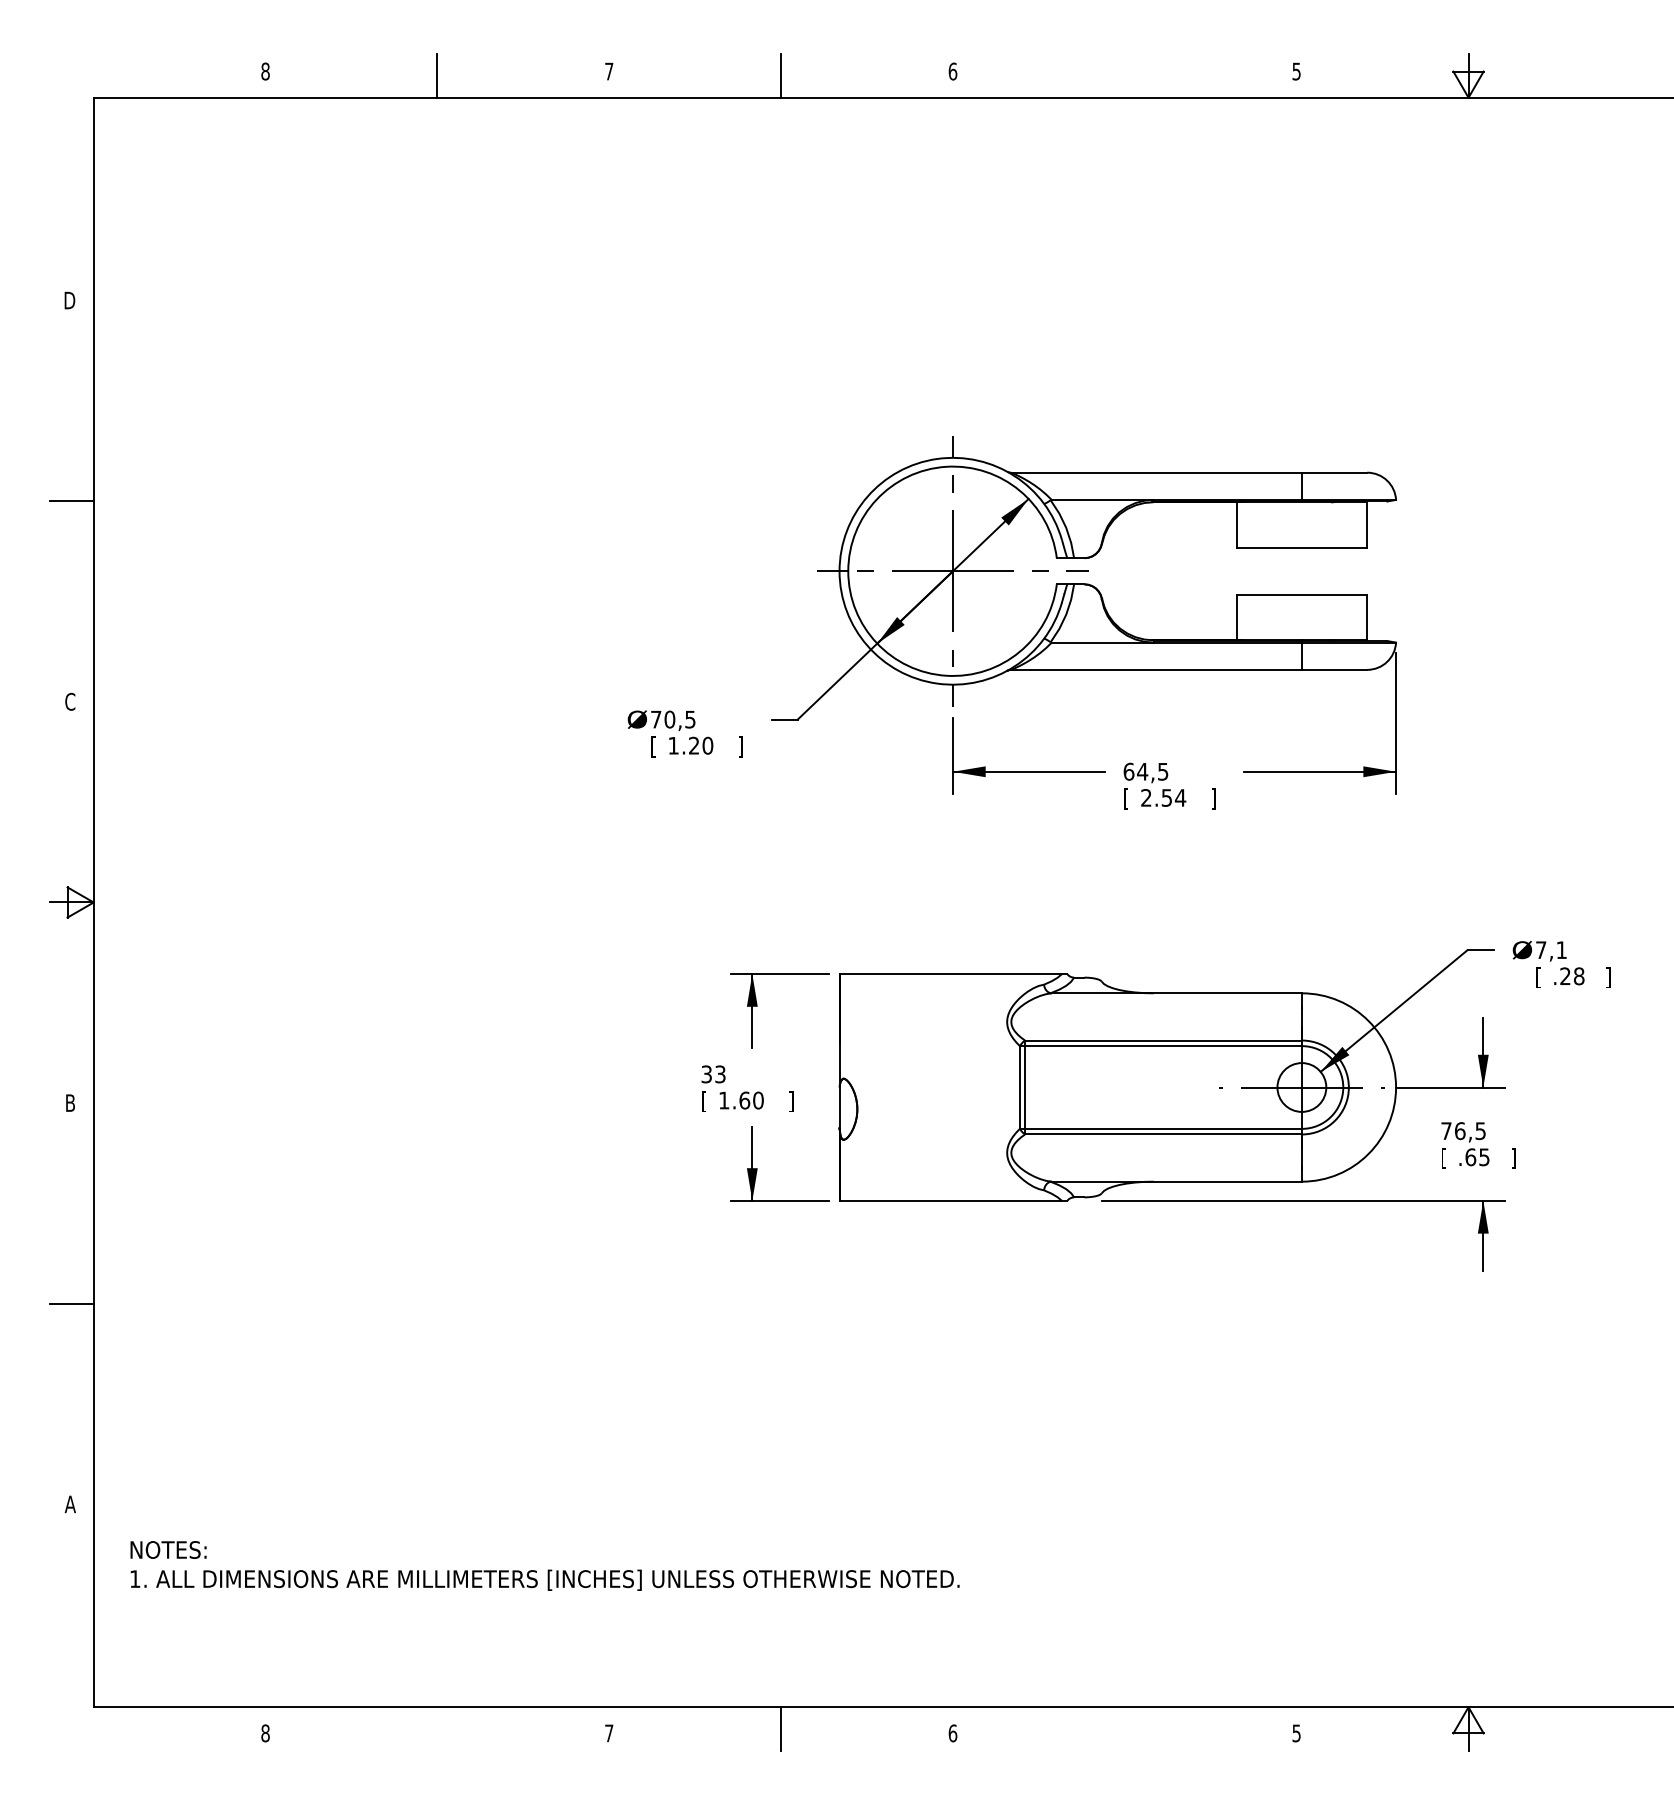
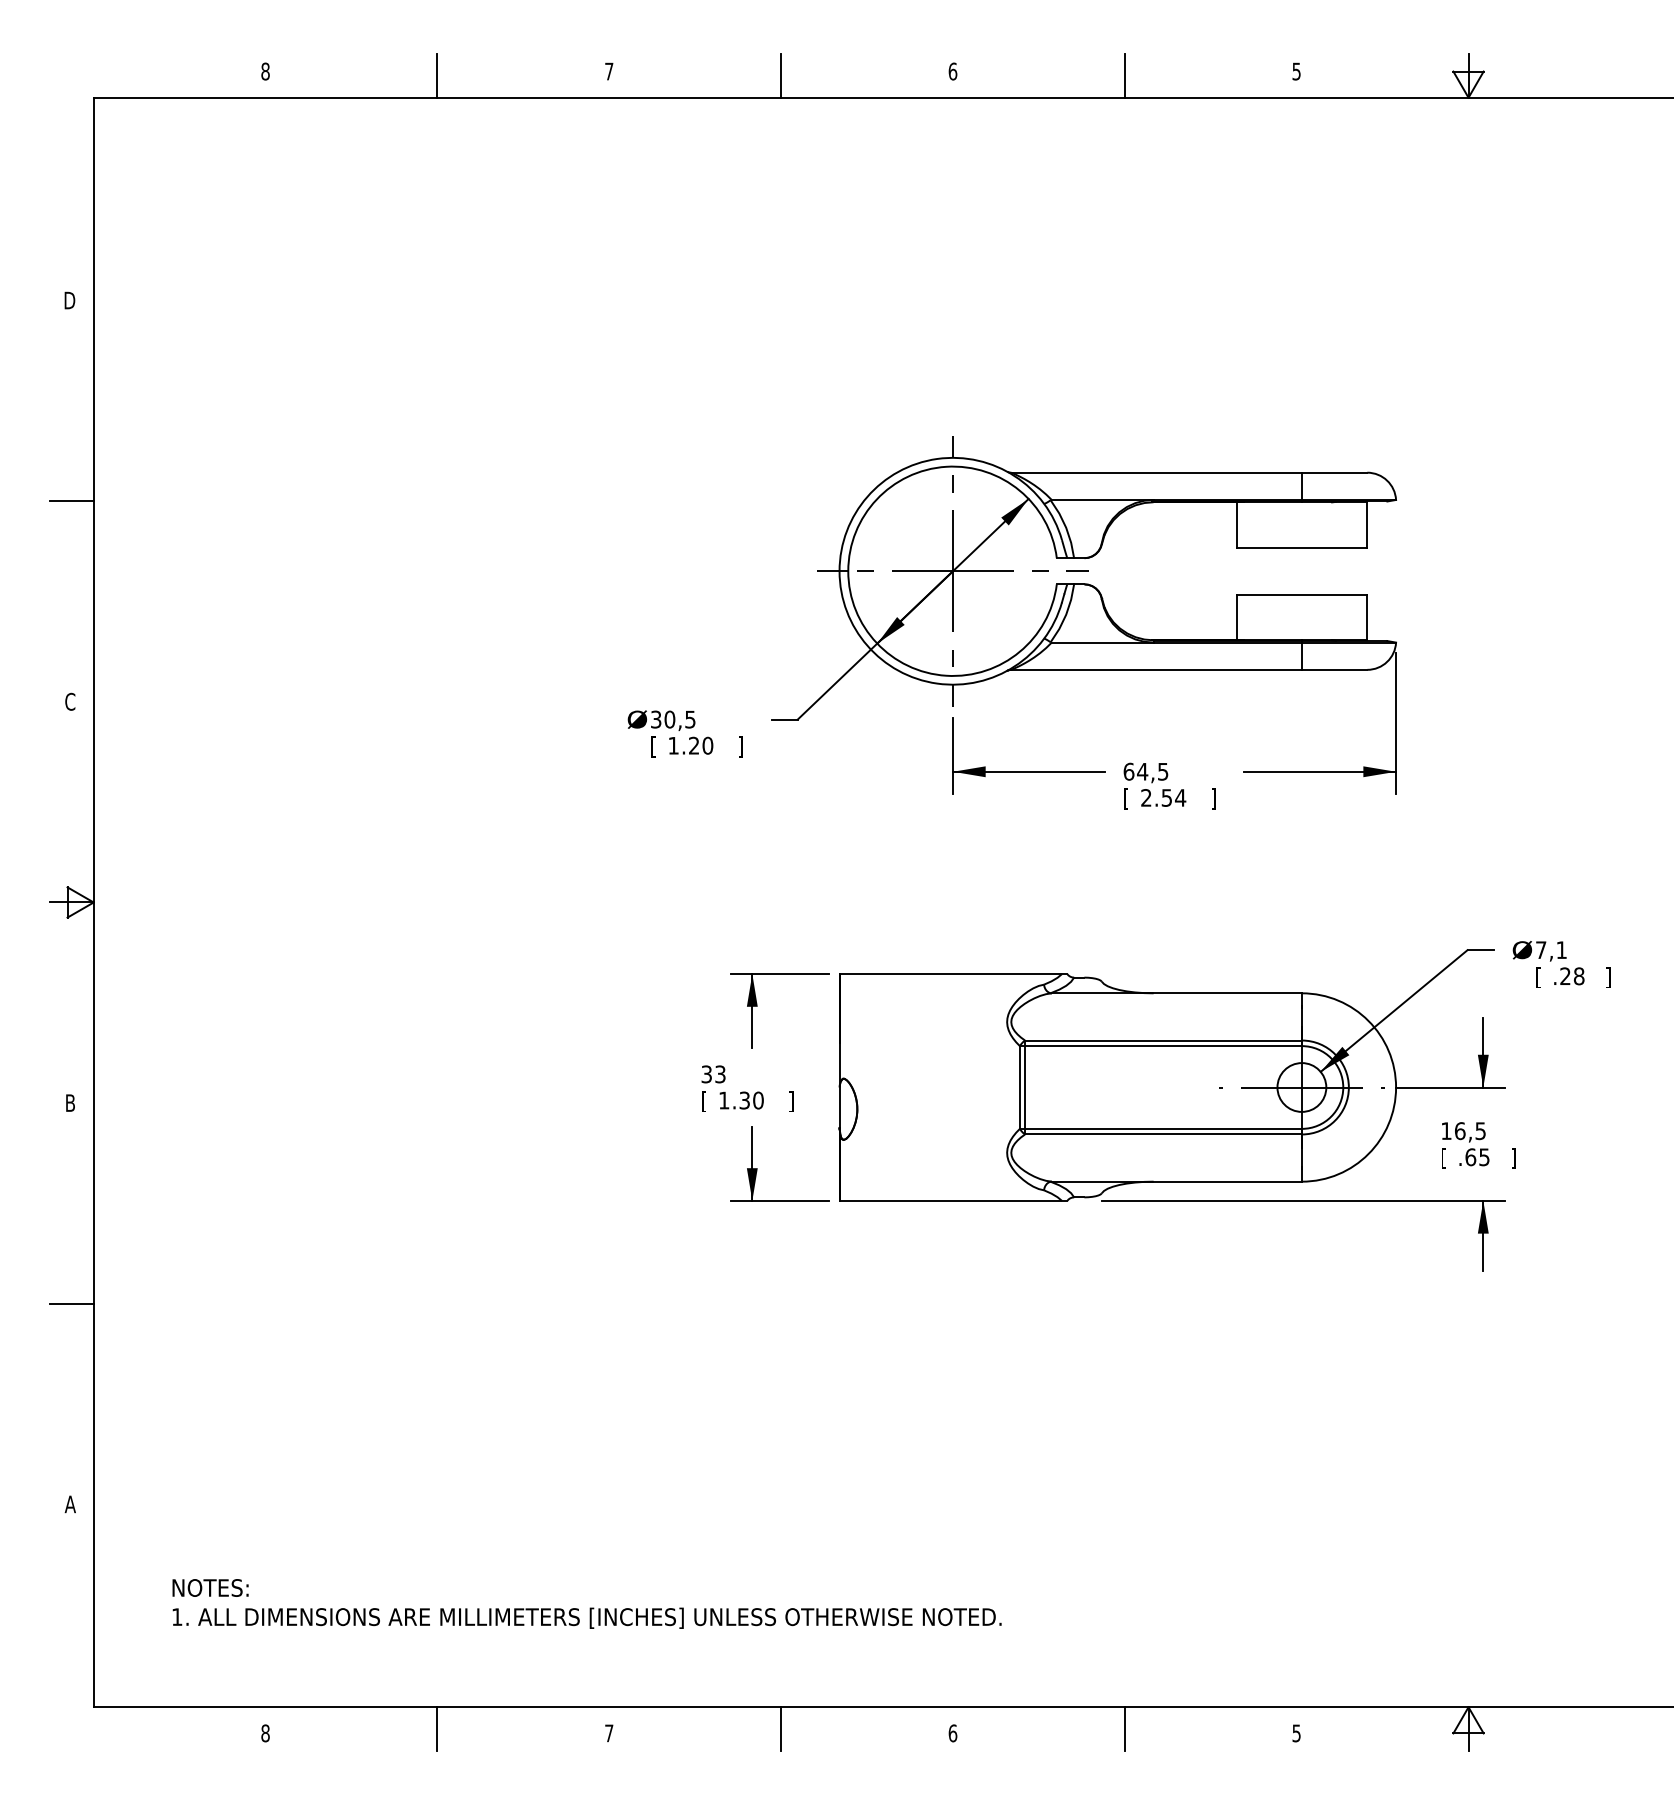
line at (1124, 75): none -> present
text at (656, 719): 70,5 -> 30,5
text at (744, 1100): 1.60 -> 1.30
text at (1446, 1130): 76,5 -> 16,5
text at (544, 1565) position: (544, 1565) -> (586, 1603)
line at (437, 1728): none -> present
line at (1124, 1728): none -> present
